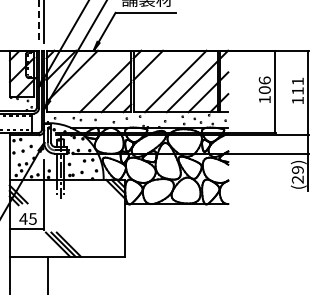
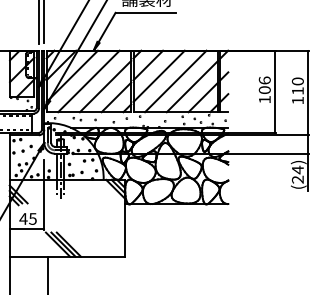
line at (39, 22): dashed -> solid
line at (158, 76): none -> present
line at (88, 81): none -> present
text at (297, 81): 111 -> 110
text at (297, 169): (29) -> (24)
